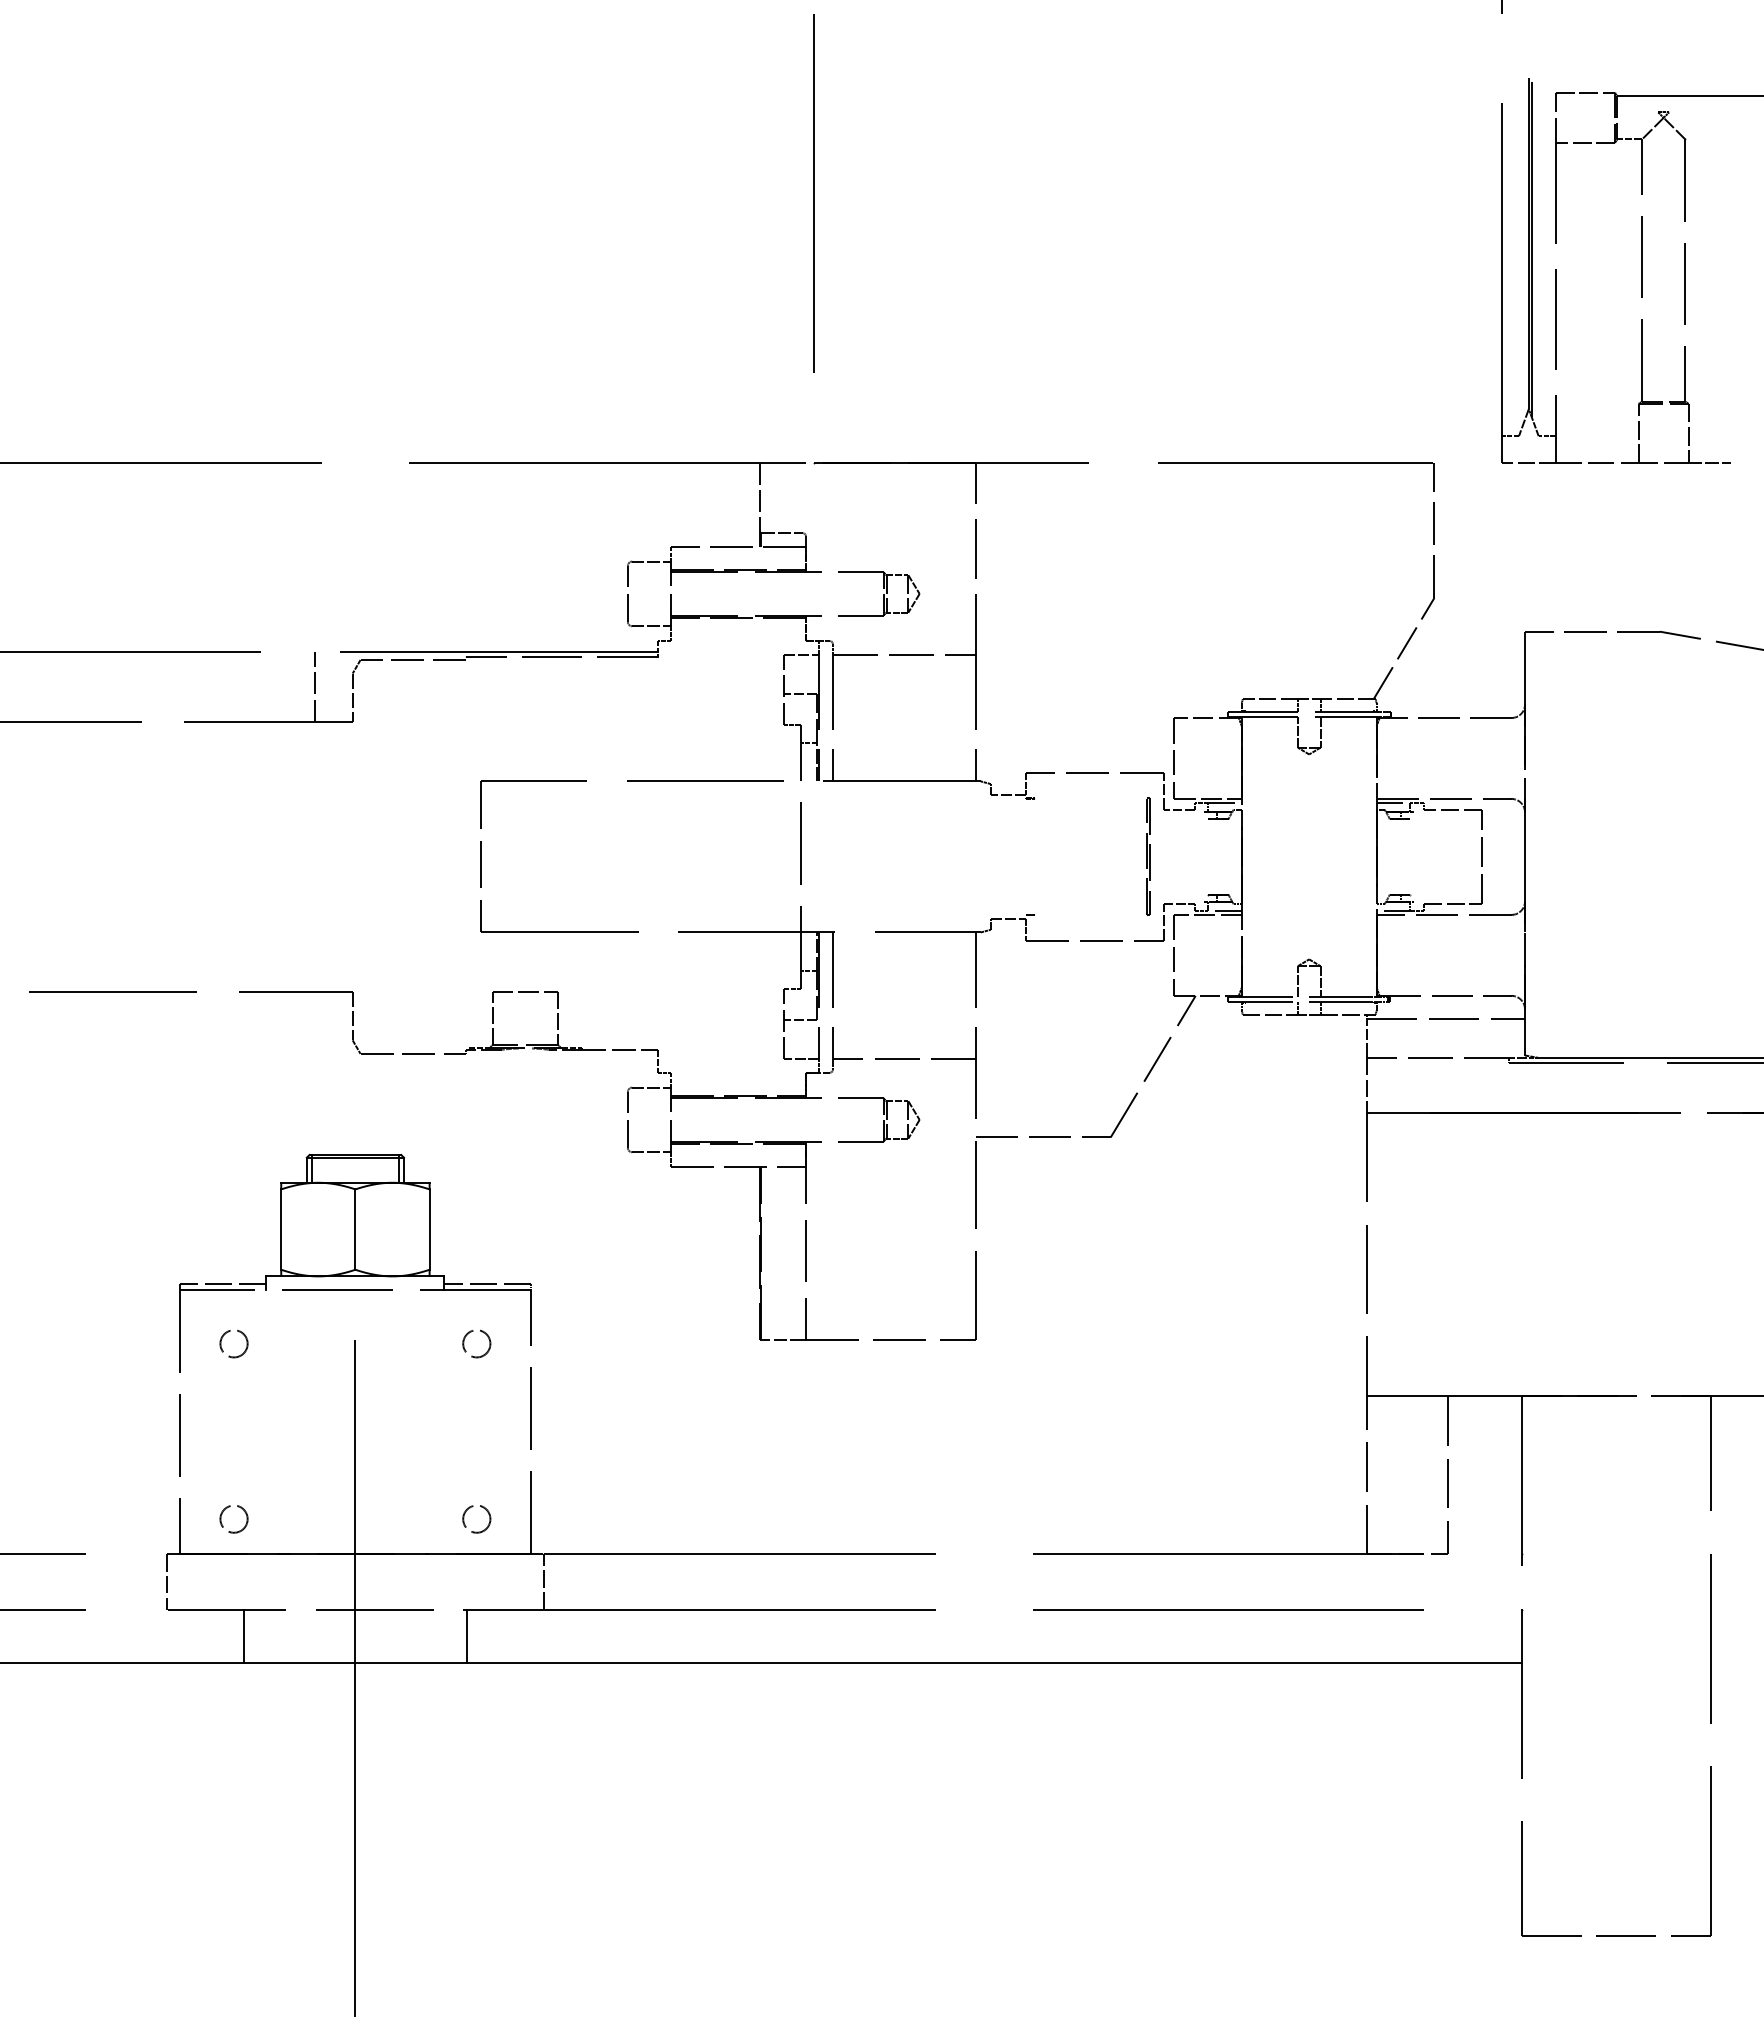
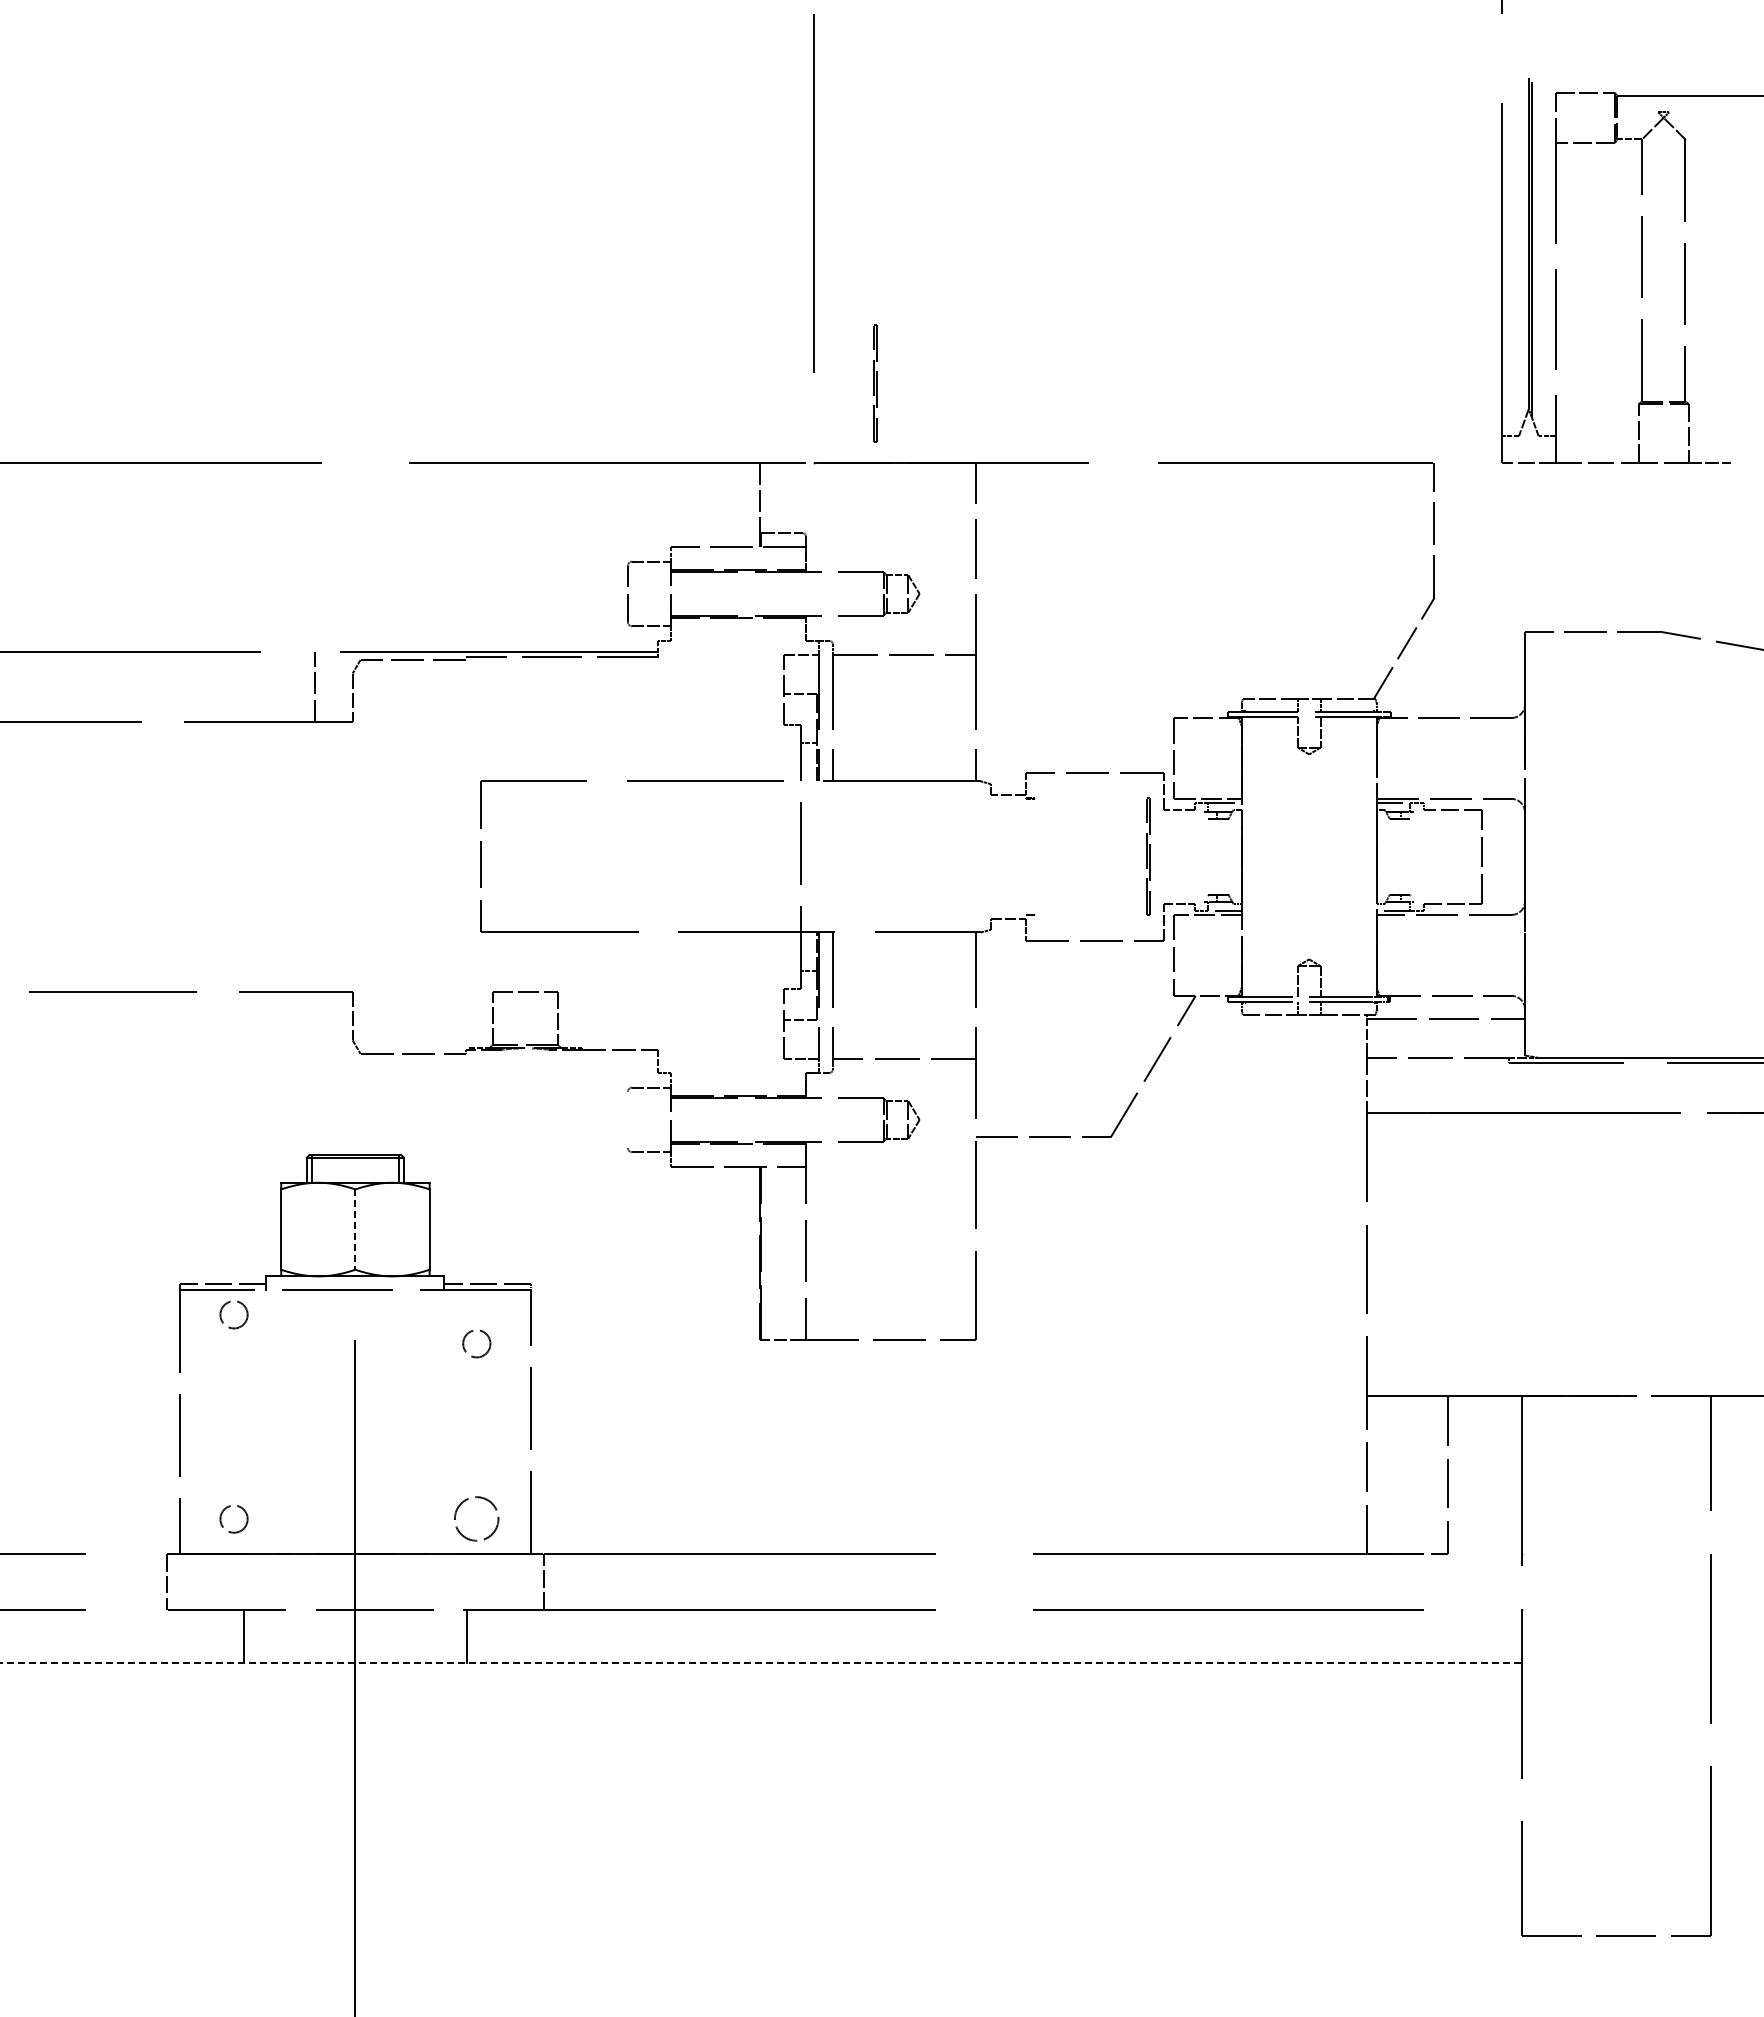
line at (874, 383): none -> present
line at (627, 1119): present -> none
line at (355, 1230): solid -> dashed
circle at (233, 1343) position: (233, 1343) -> (233, 1314)
circle at (476, 1519) size: 30x29 px -> 46x46 px
line at (761, 1663): solid -> dashed
